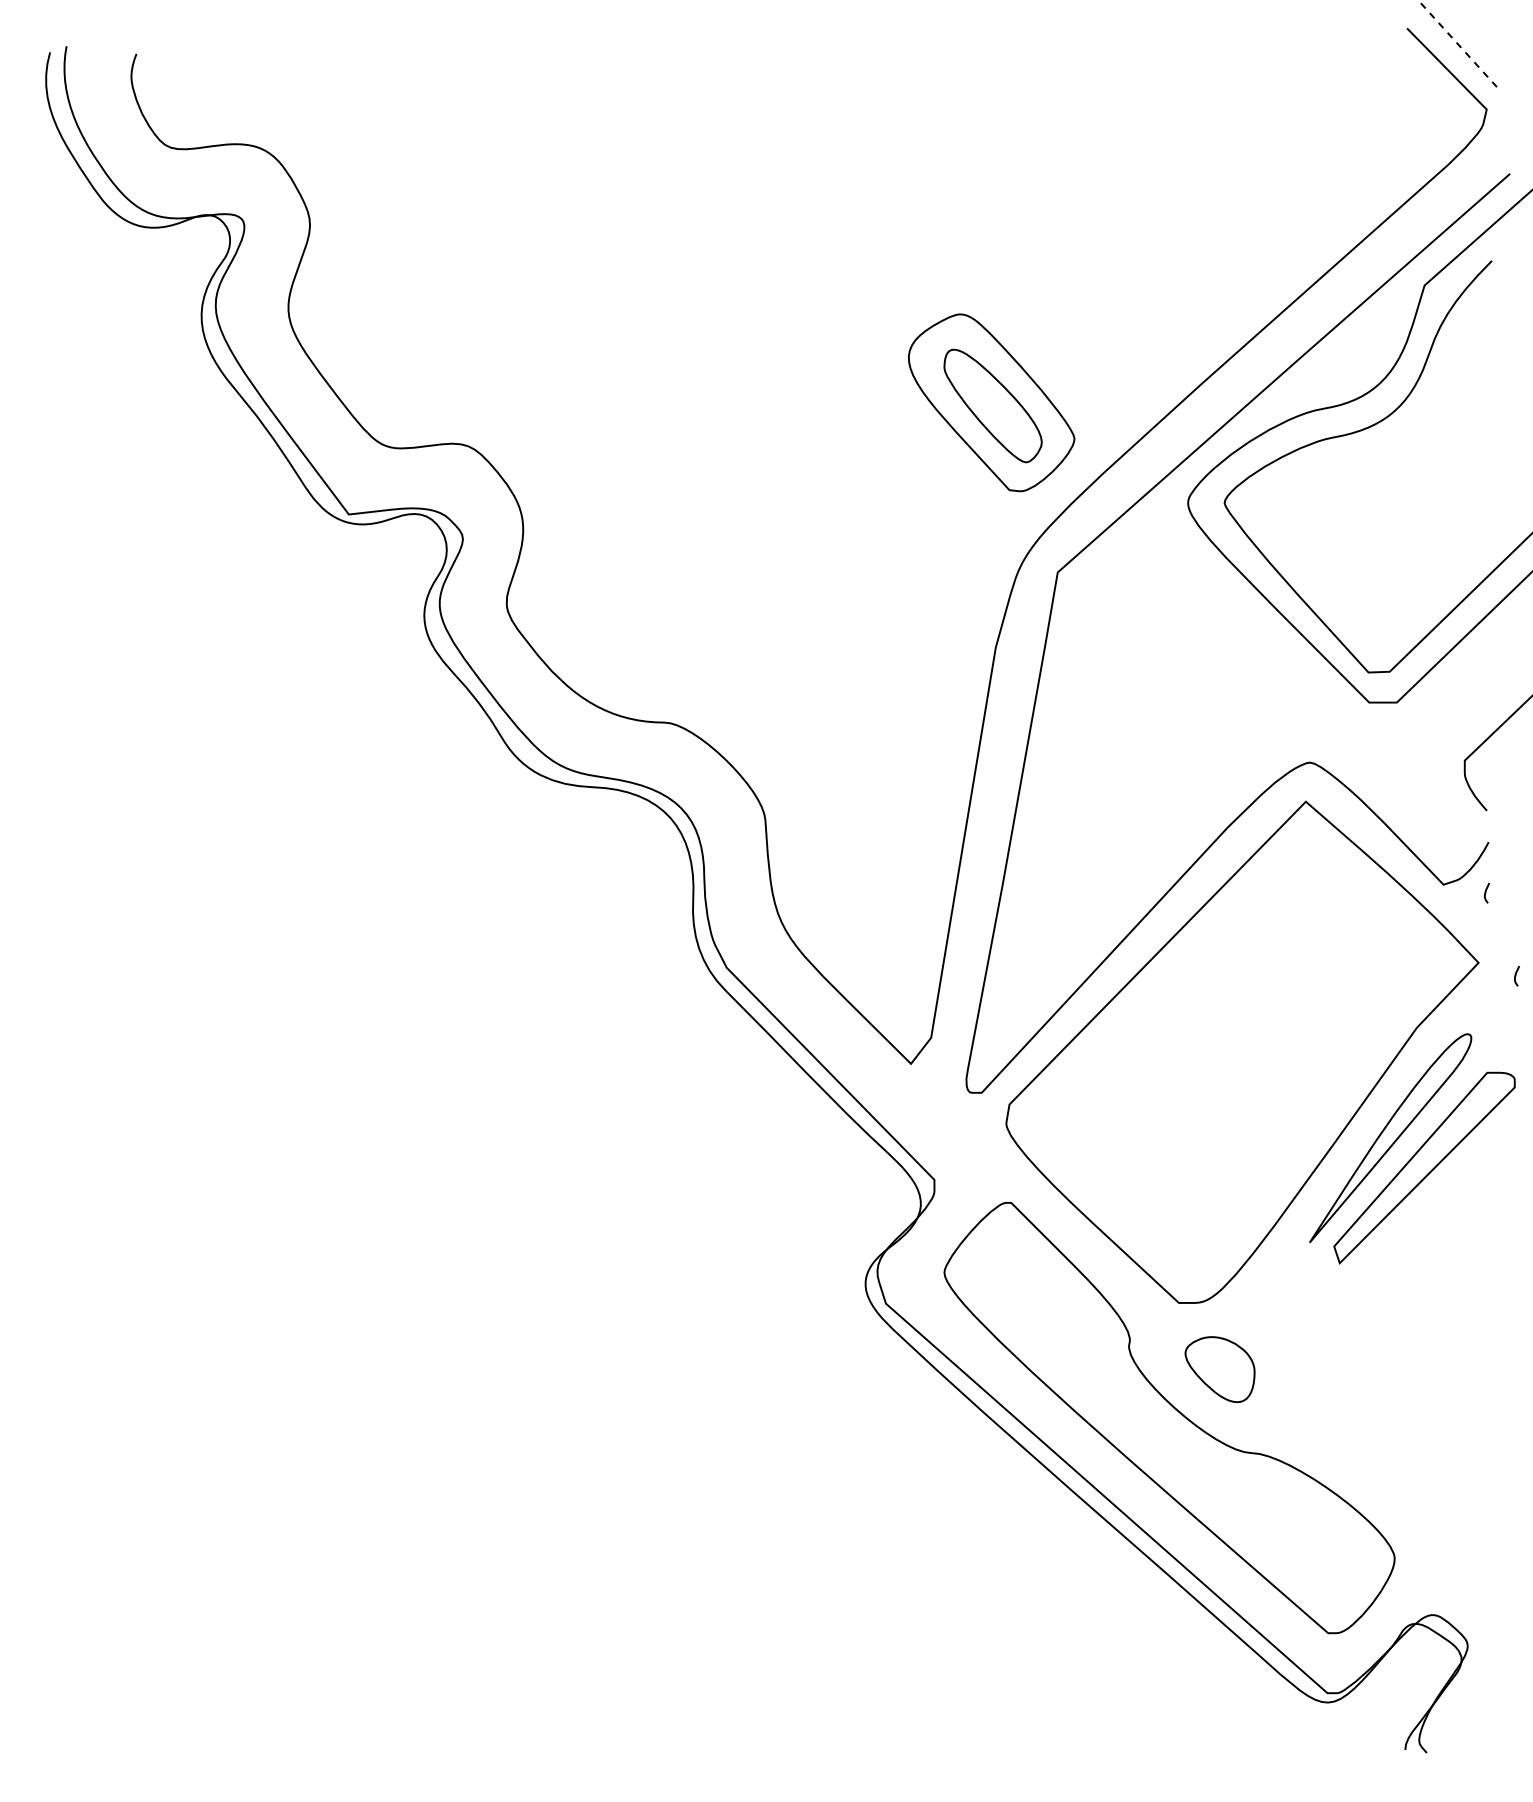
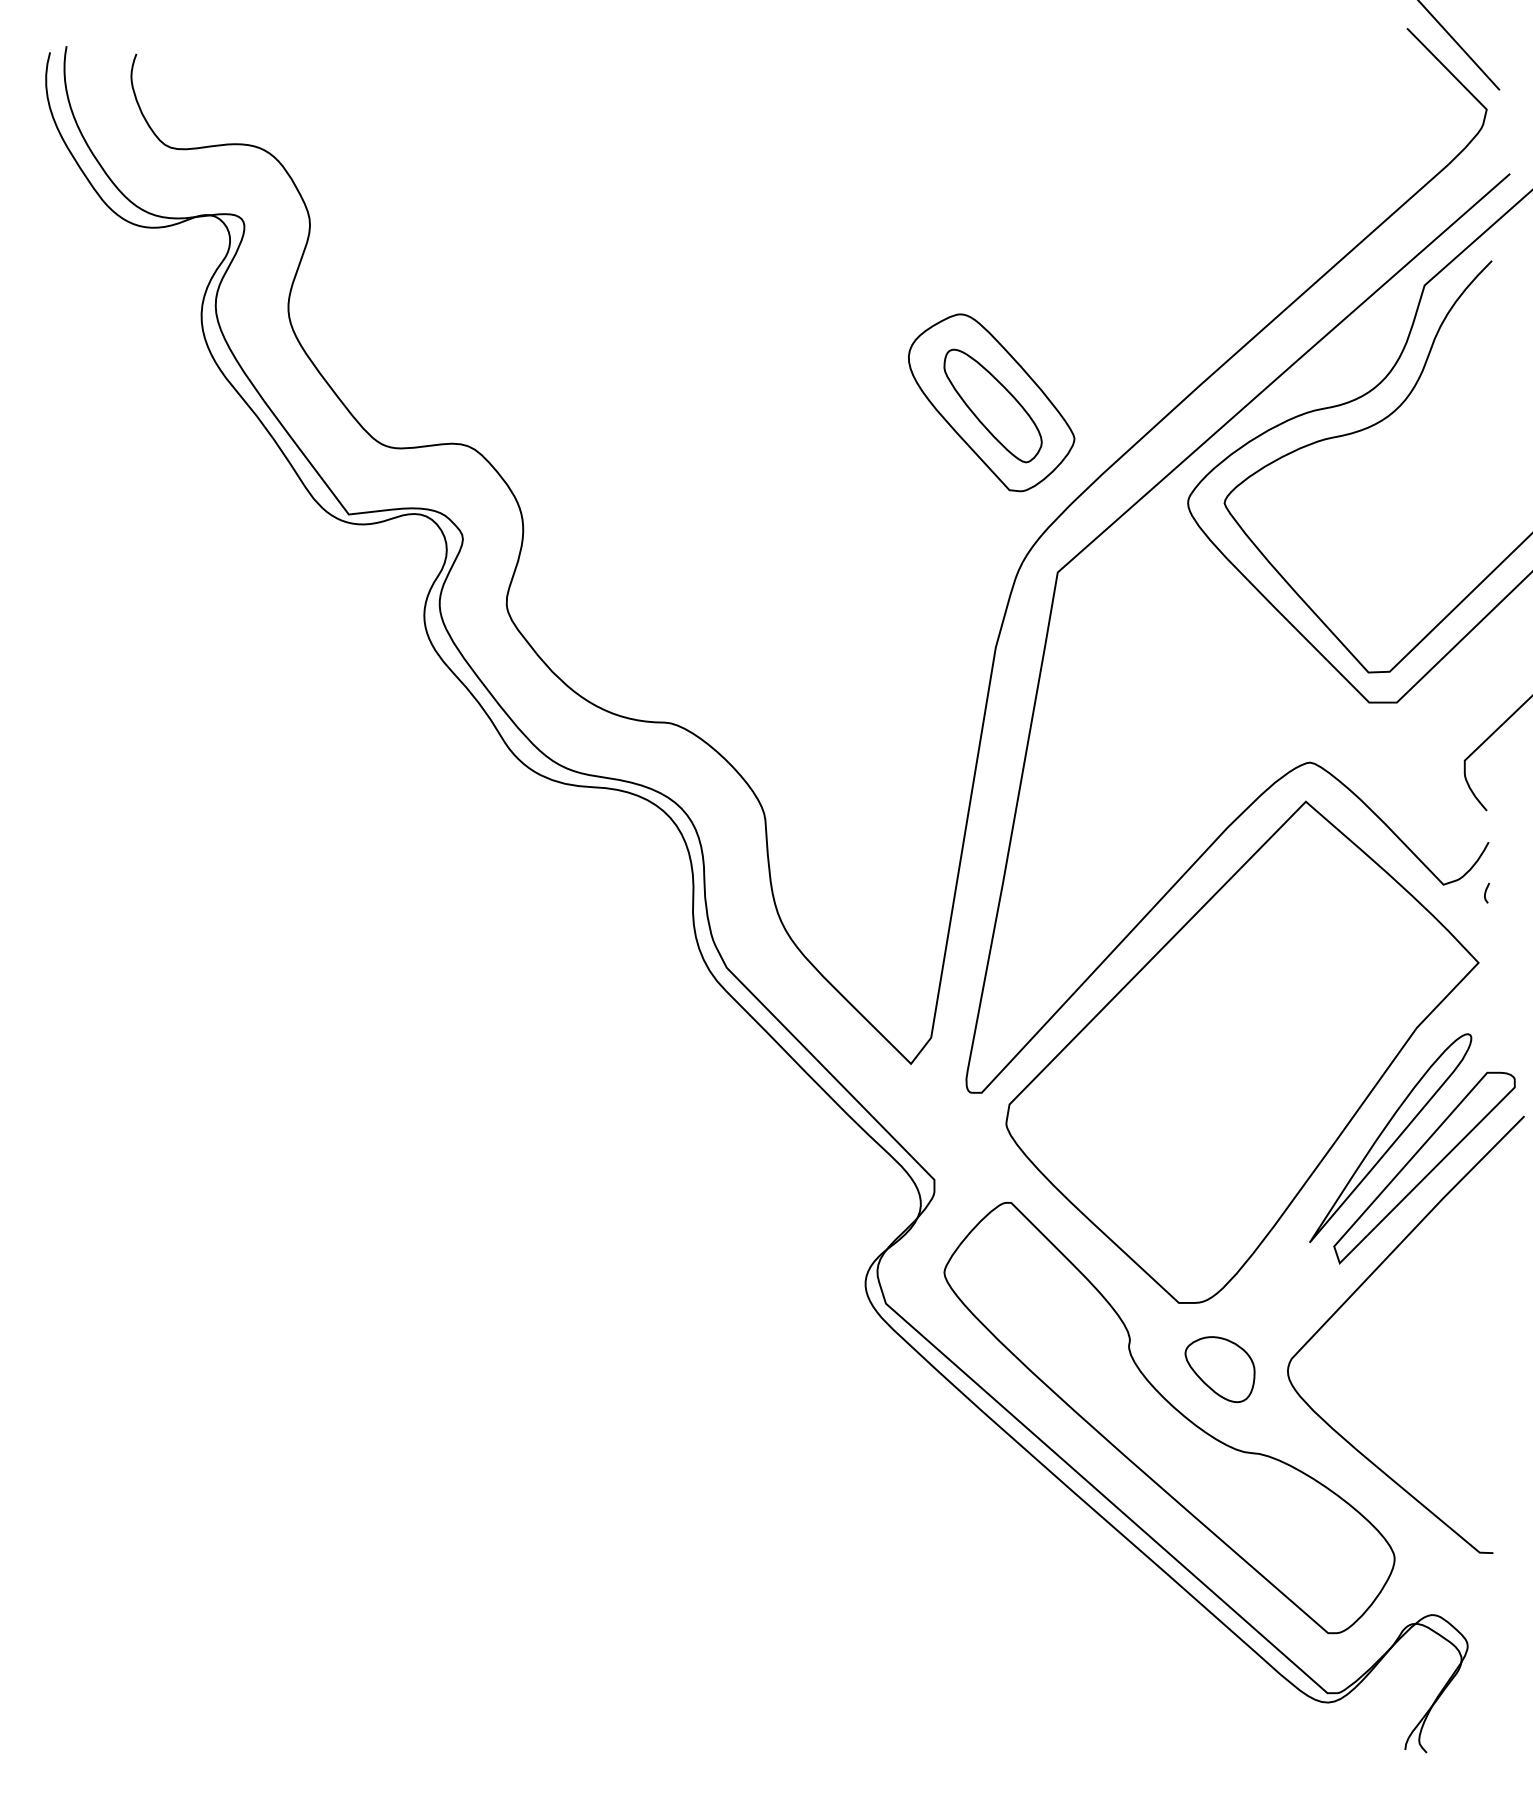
line at (1459, 45): dashed -> solid
curve at (1516, 975): present -> none
curve at (1359, 1288): none -> present
